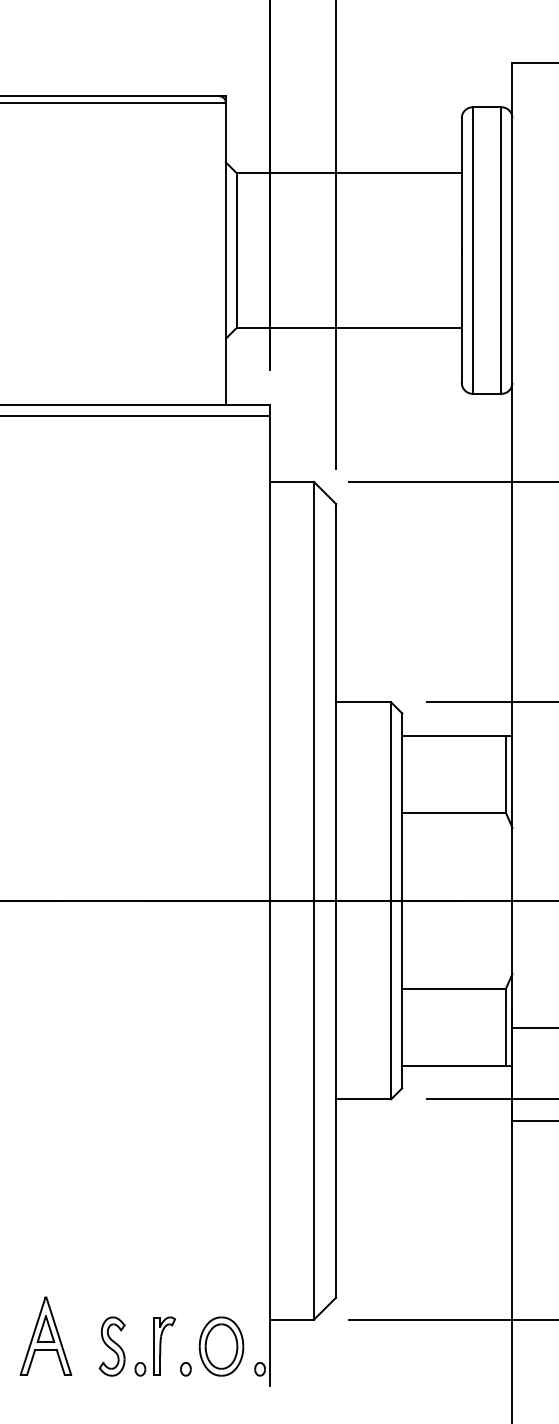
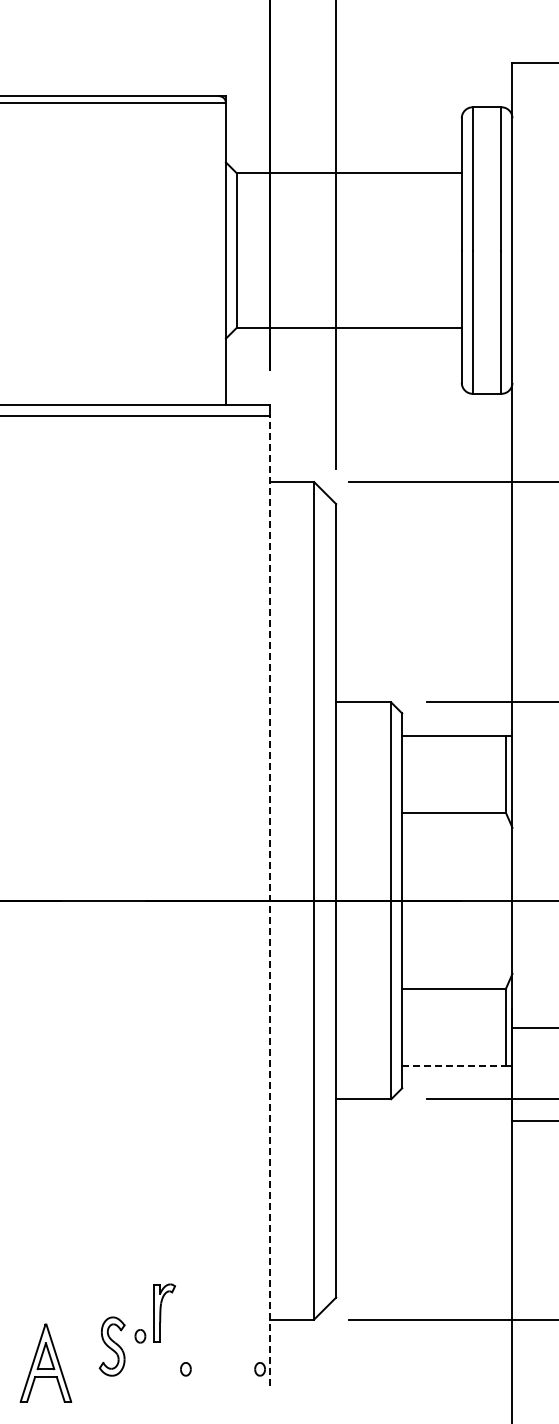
line at (270, 900): solid -> dashed
line at (454, 1066): solid -> dashed
part at (45, 1335) position: (45, 1335) -> (45, 1362)
part at (154, 1346) position: (154, 1346) -> (154, 1313)
part at (221, 1346): present -> none
